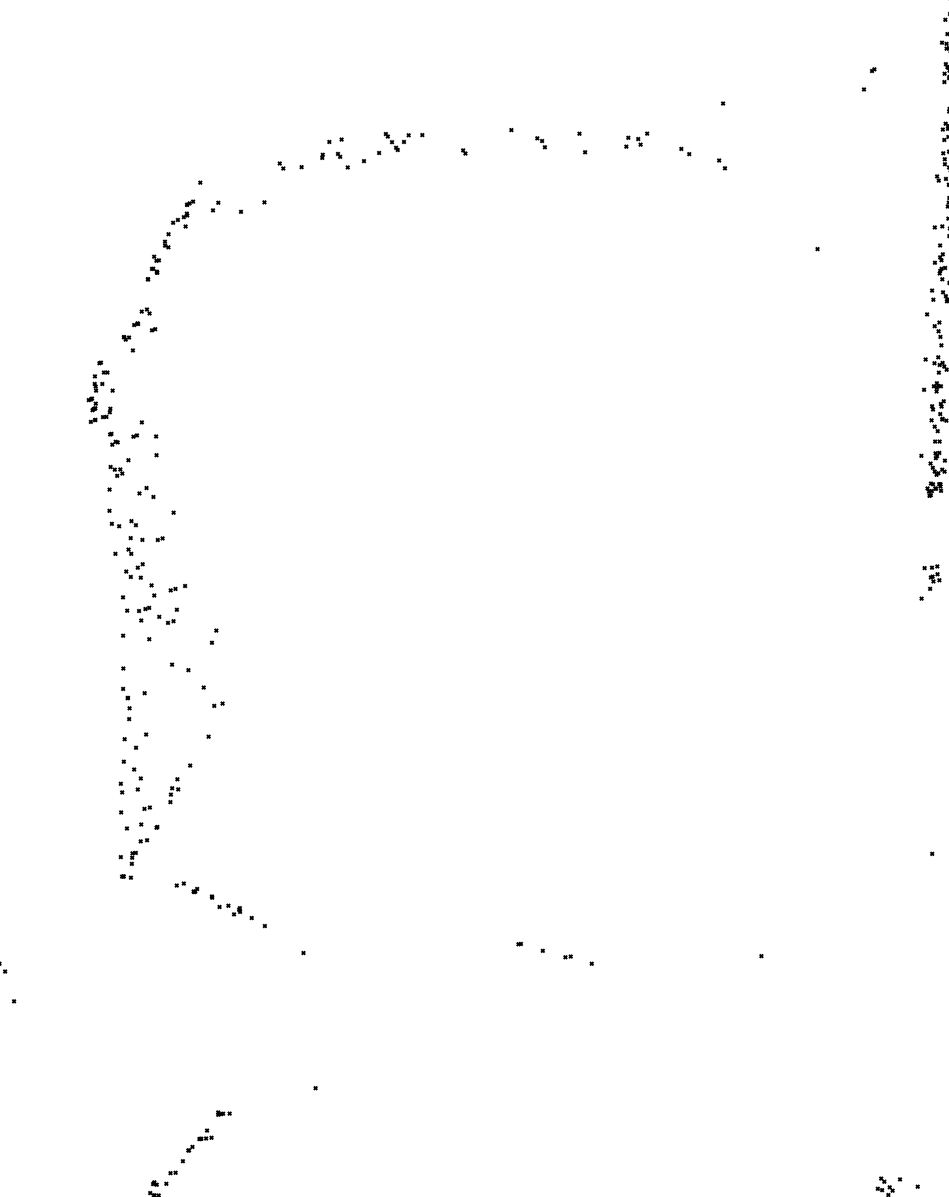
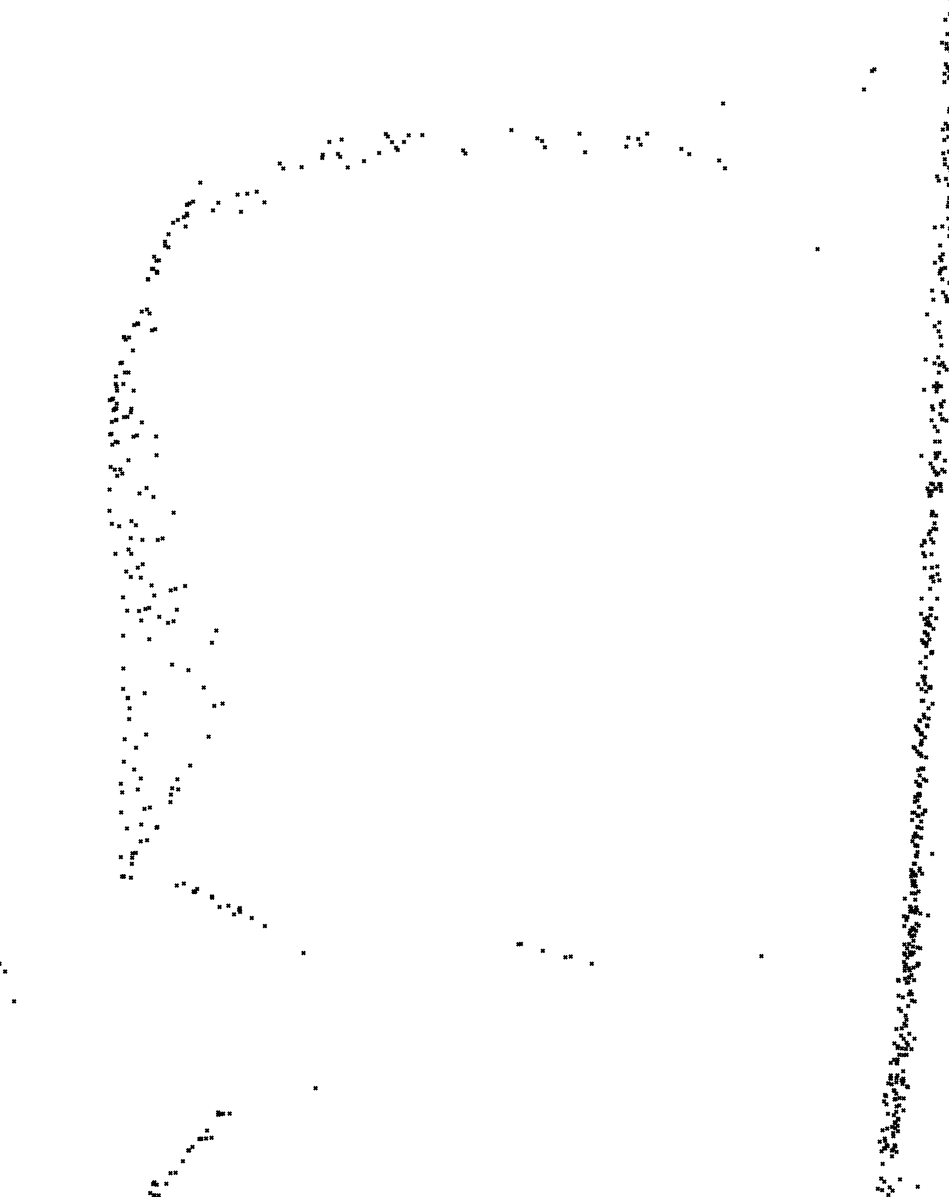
part at (246, 192): none -> present
part at (100, 391) position: (100, 391) -> (121, 391)
part at (928, 533): none -> present
part at (908, 880): none -> present
